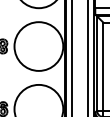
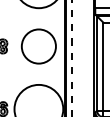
circle at (38, 46) diameter: 49 px -> 34 px
line at (87, 57): present -> none
line at (72, 58): solid -> dashed
